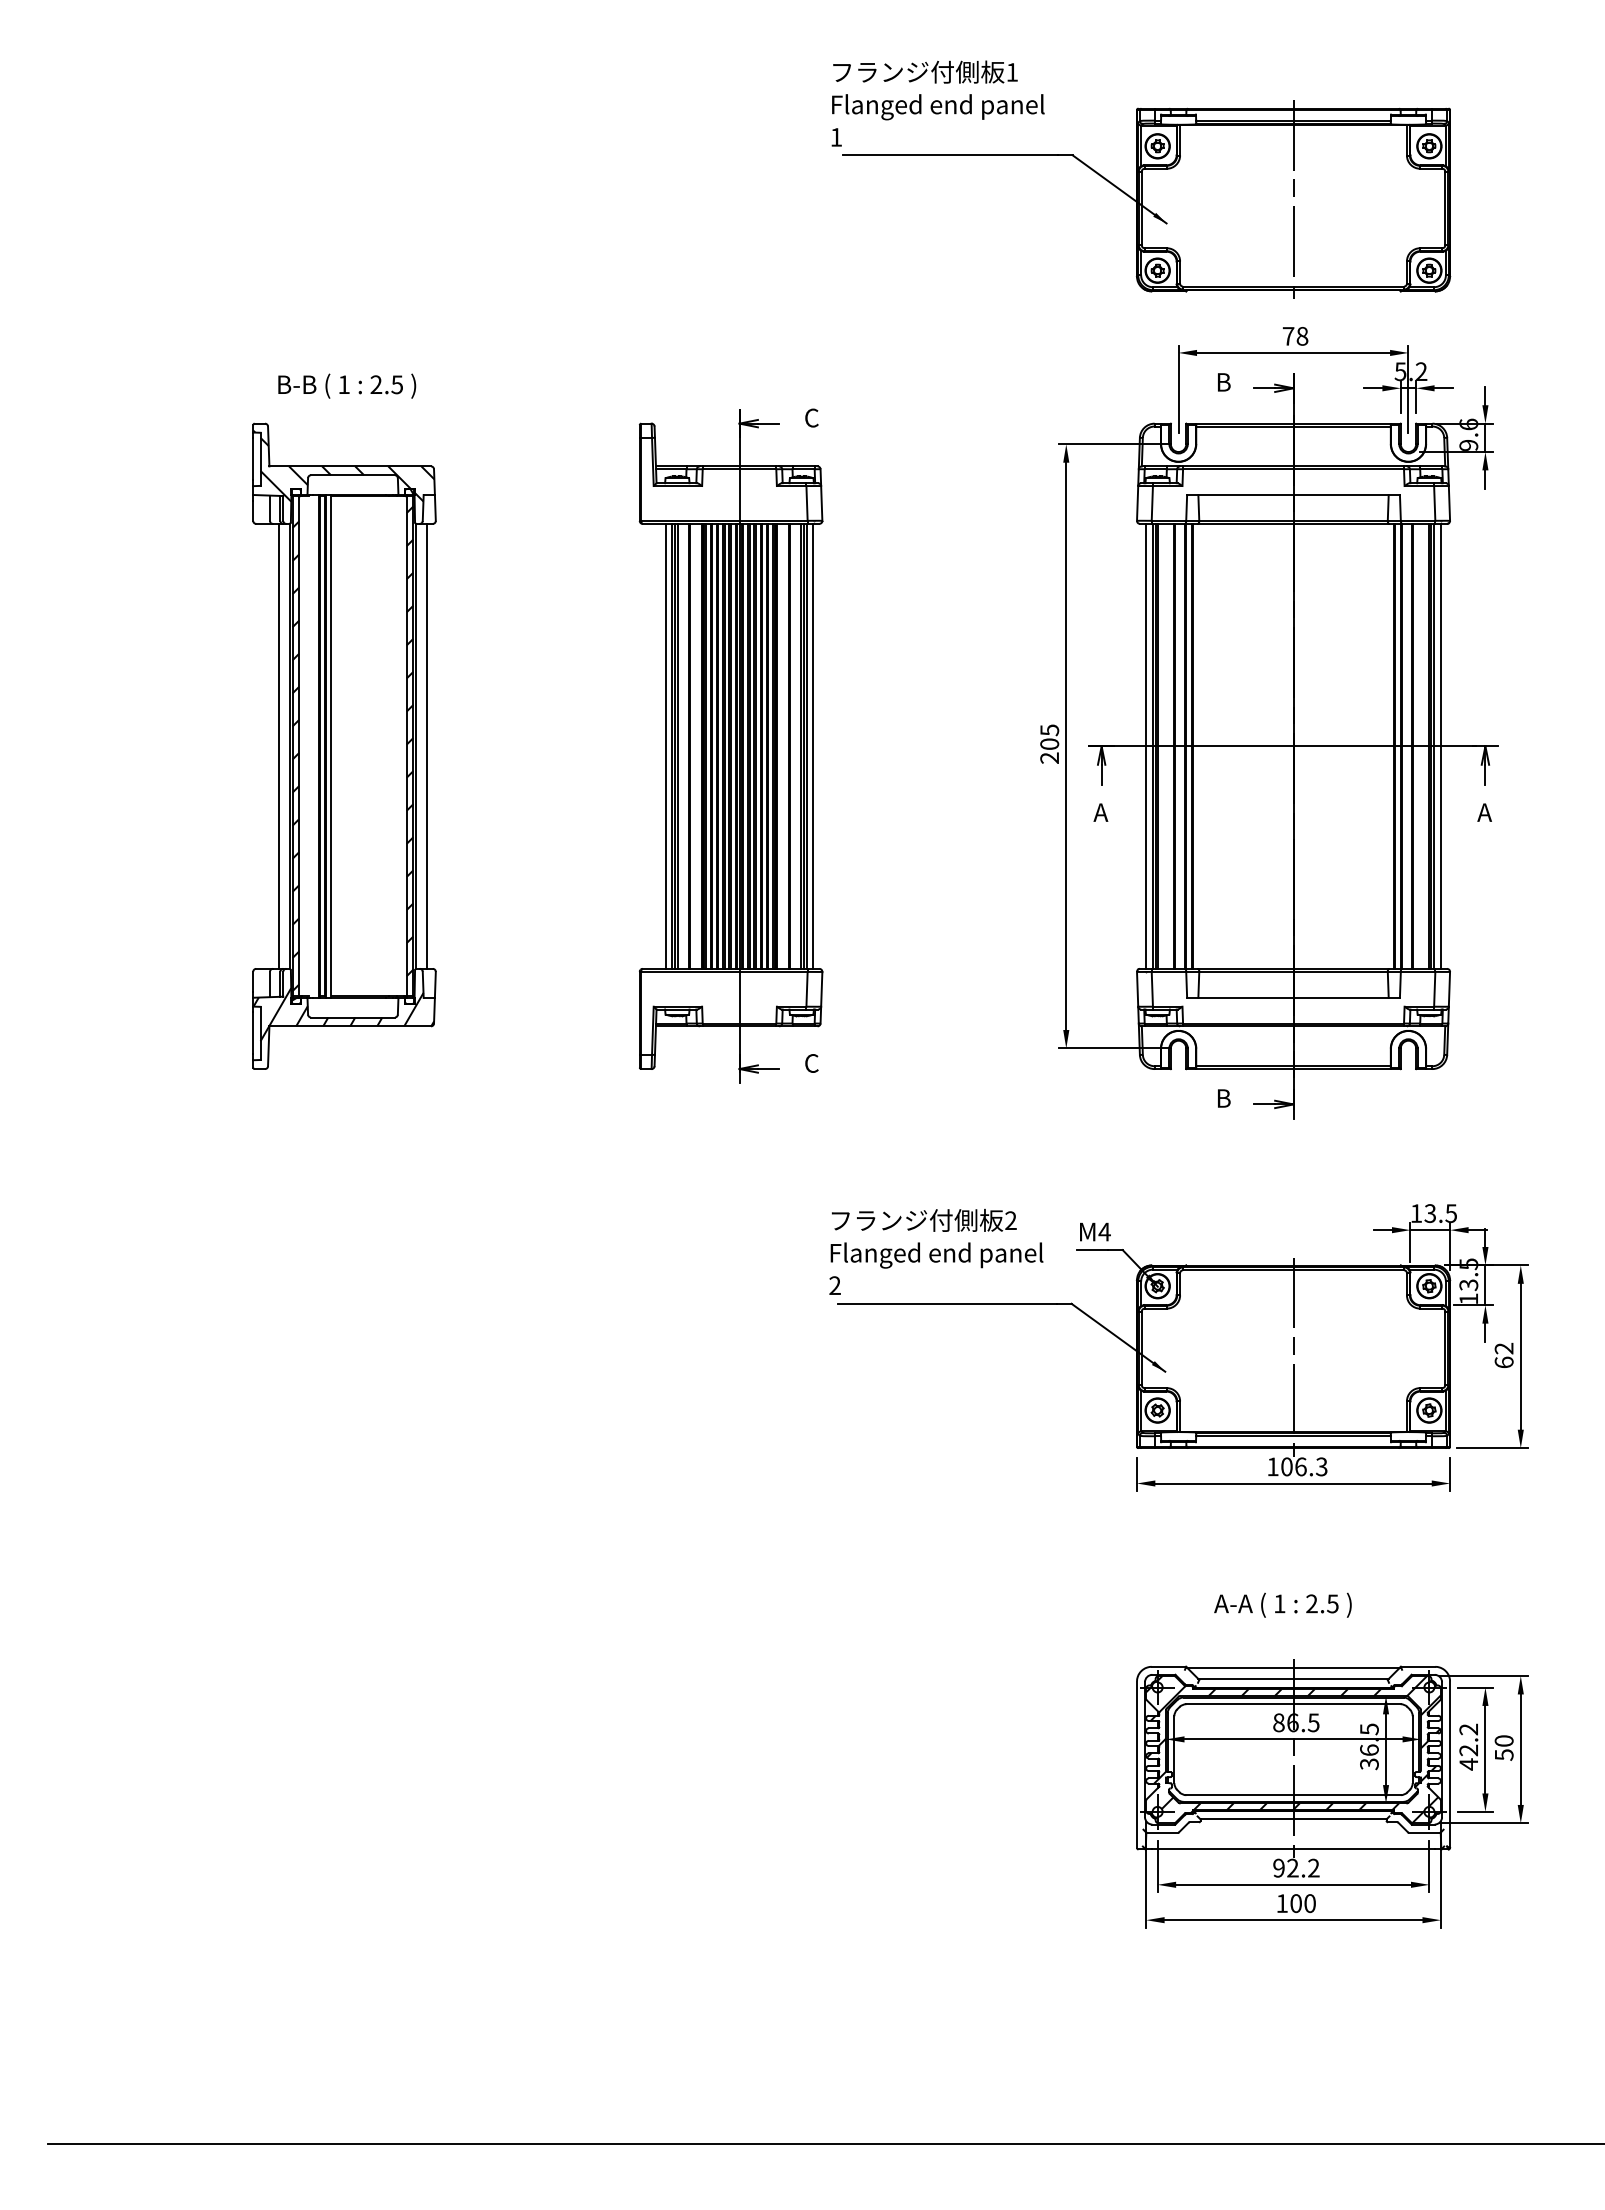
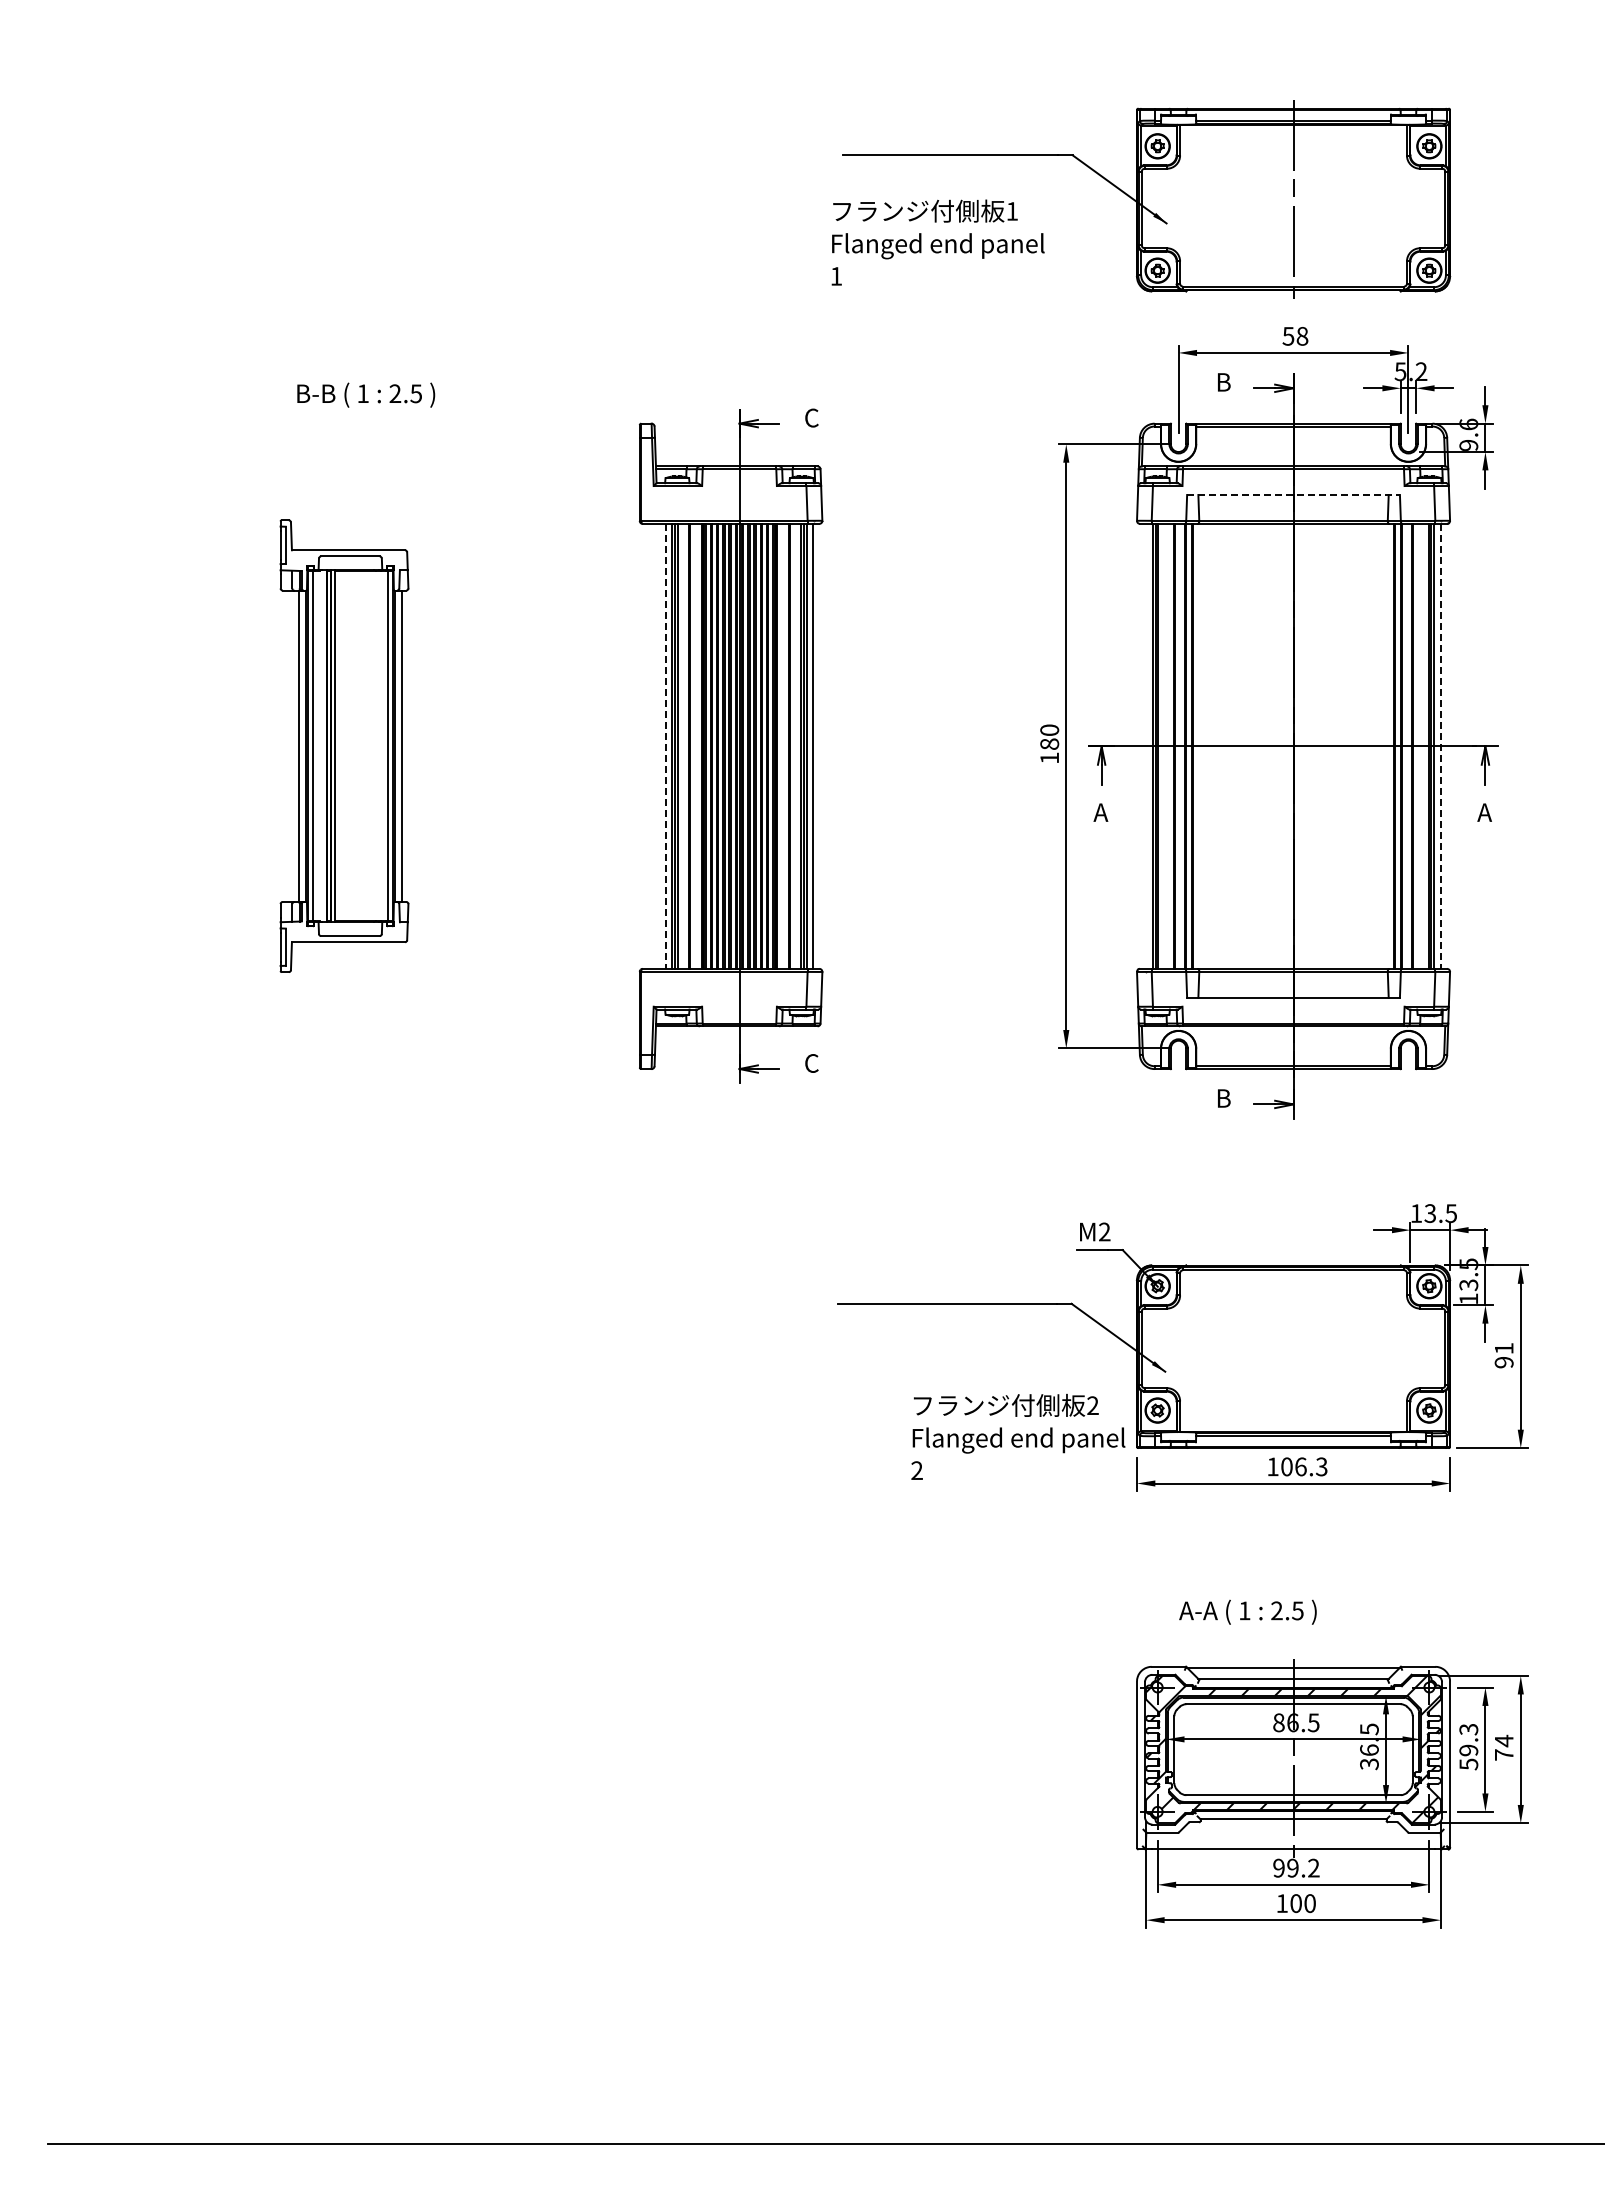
text at (937, 103) position: (937, 103) -> (937, 242)
text at (1288, 336): 78 -> 58
text at (347, 385) position: (347, 385) -> (366, 394)
line at (1294, 495): solid -> dashed
text at (1049, 743): 205 -> 180
part at (344, 745) size: 185x648 px -> 131x454 px
line at (1146, 745): present -> none
line at (665, 746): solid -> dashed
line at (1440, 746): solid -> dashed
text at (1104, 1231): M4 -> M2
text at (936, 1251) position: (936, 1251) -> (1018, 1436)
text at (1503, 1355): 62 -> 91
line at (1293, 1356): present -> none
text at (1282, 1604) position: (1282, 1604) -> (1247, 1611)
text at (1468, 1746): 42.2 -> 59.3
text at (1503, 1747): 50 -> 74
text at (1292, 1868): 92.2 -> 99.2
